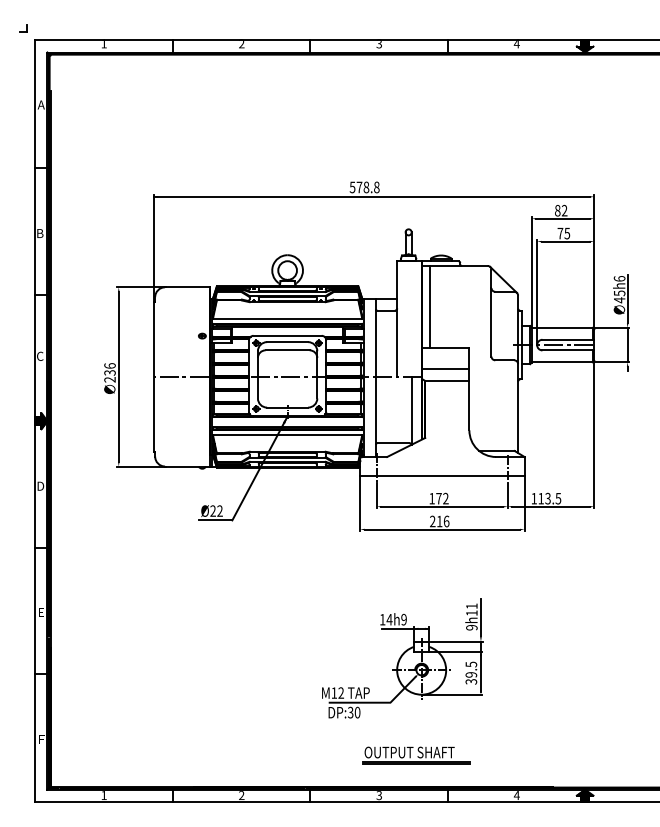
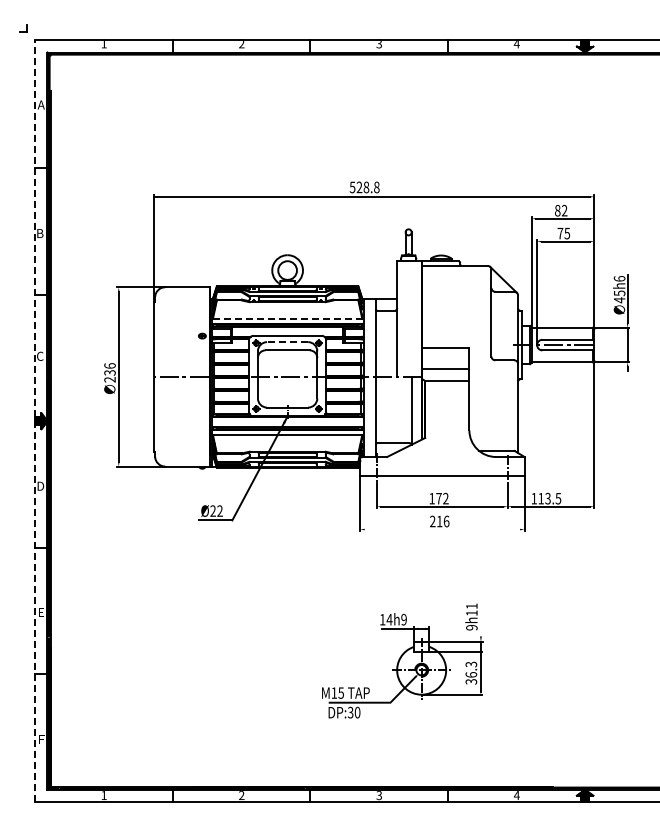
text at (359, 187): 578.8 -> 528.8
line at (429, 306): present -> none
line at (287, 318): solid -> dashed
line at (287, 342): solid -> dashed
line at (34, 420): solid -> dashed
line at (442, 529): present -> none
line at (480, 617): present -> none
text at (471, 669): 39.5 -> 36.3
text at (341, 692): M12 -> M15
part at (416, 755): present -> none
